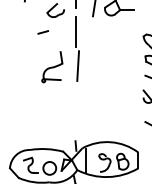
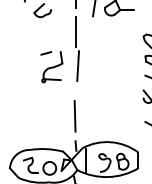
part at (55, 10) position: (55, 10) -> (42, 10)
line at (42, 32) position: (42, 32) -> (45, 53)
line at (74, 116): none -> present
